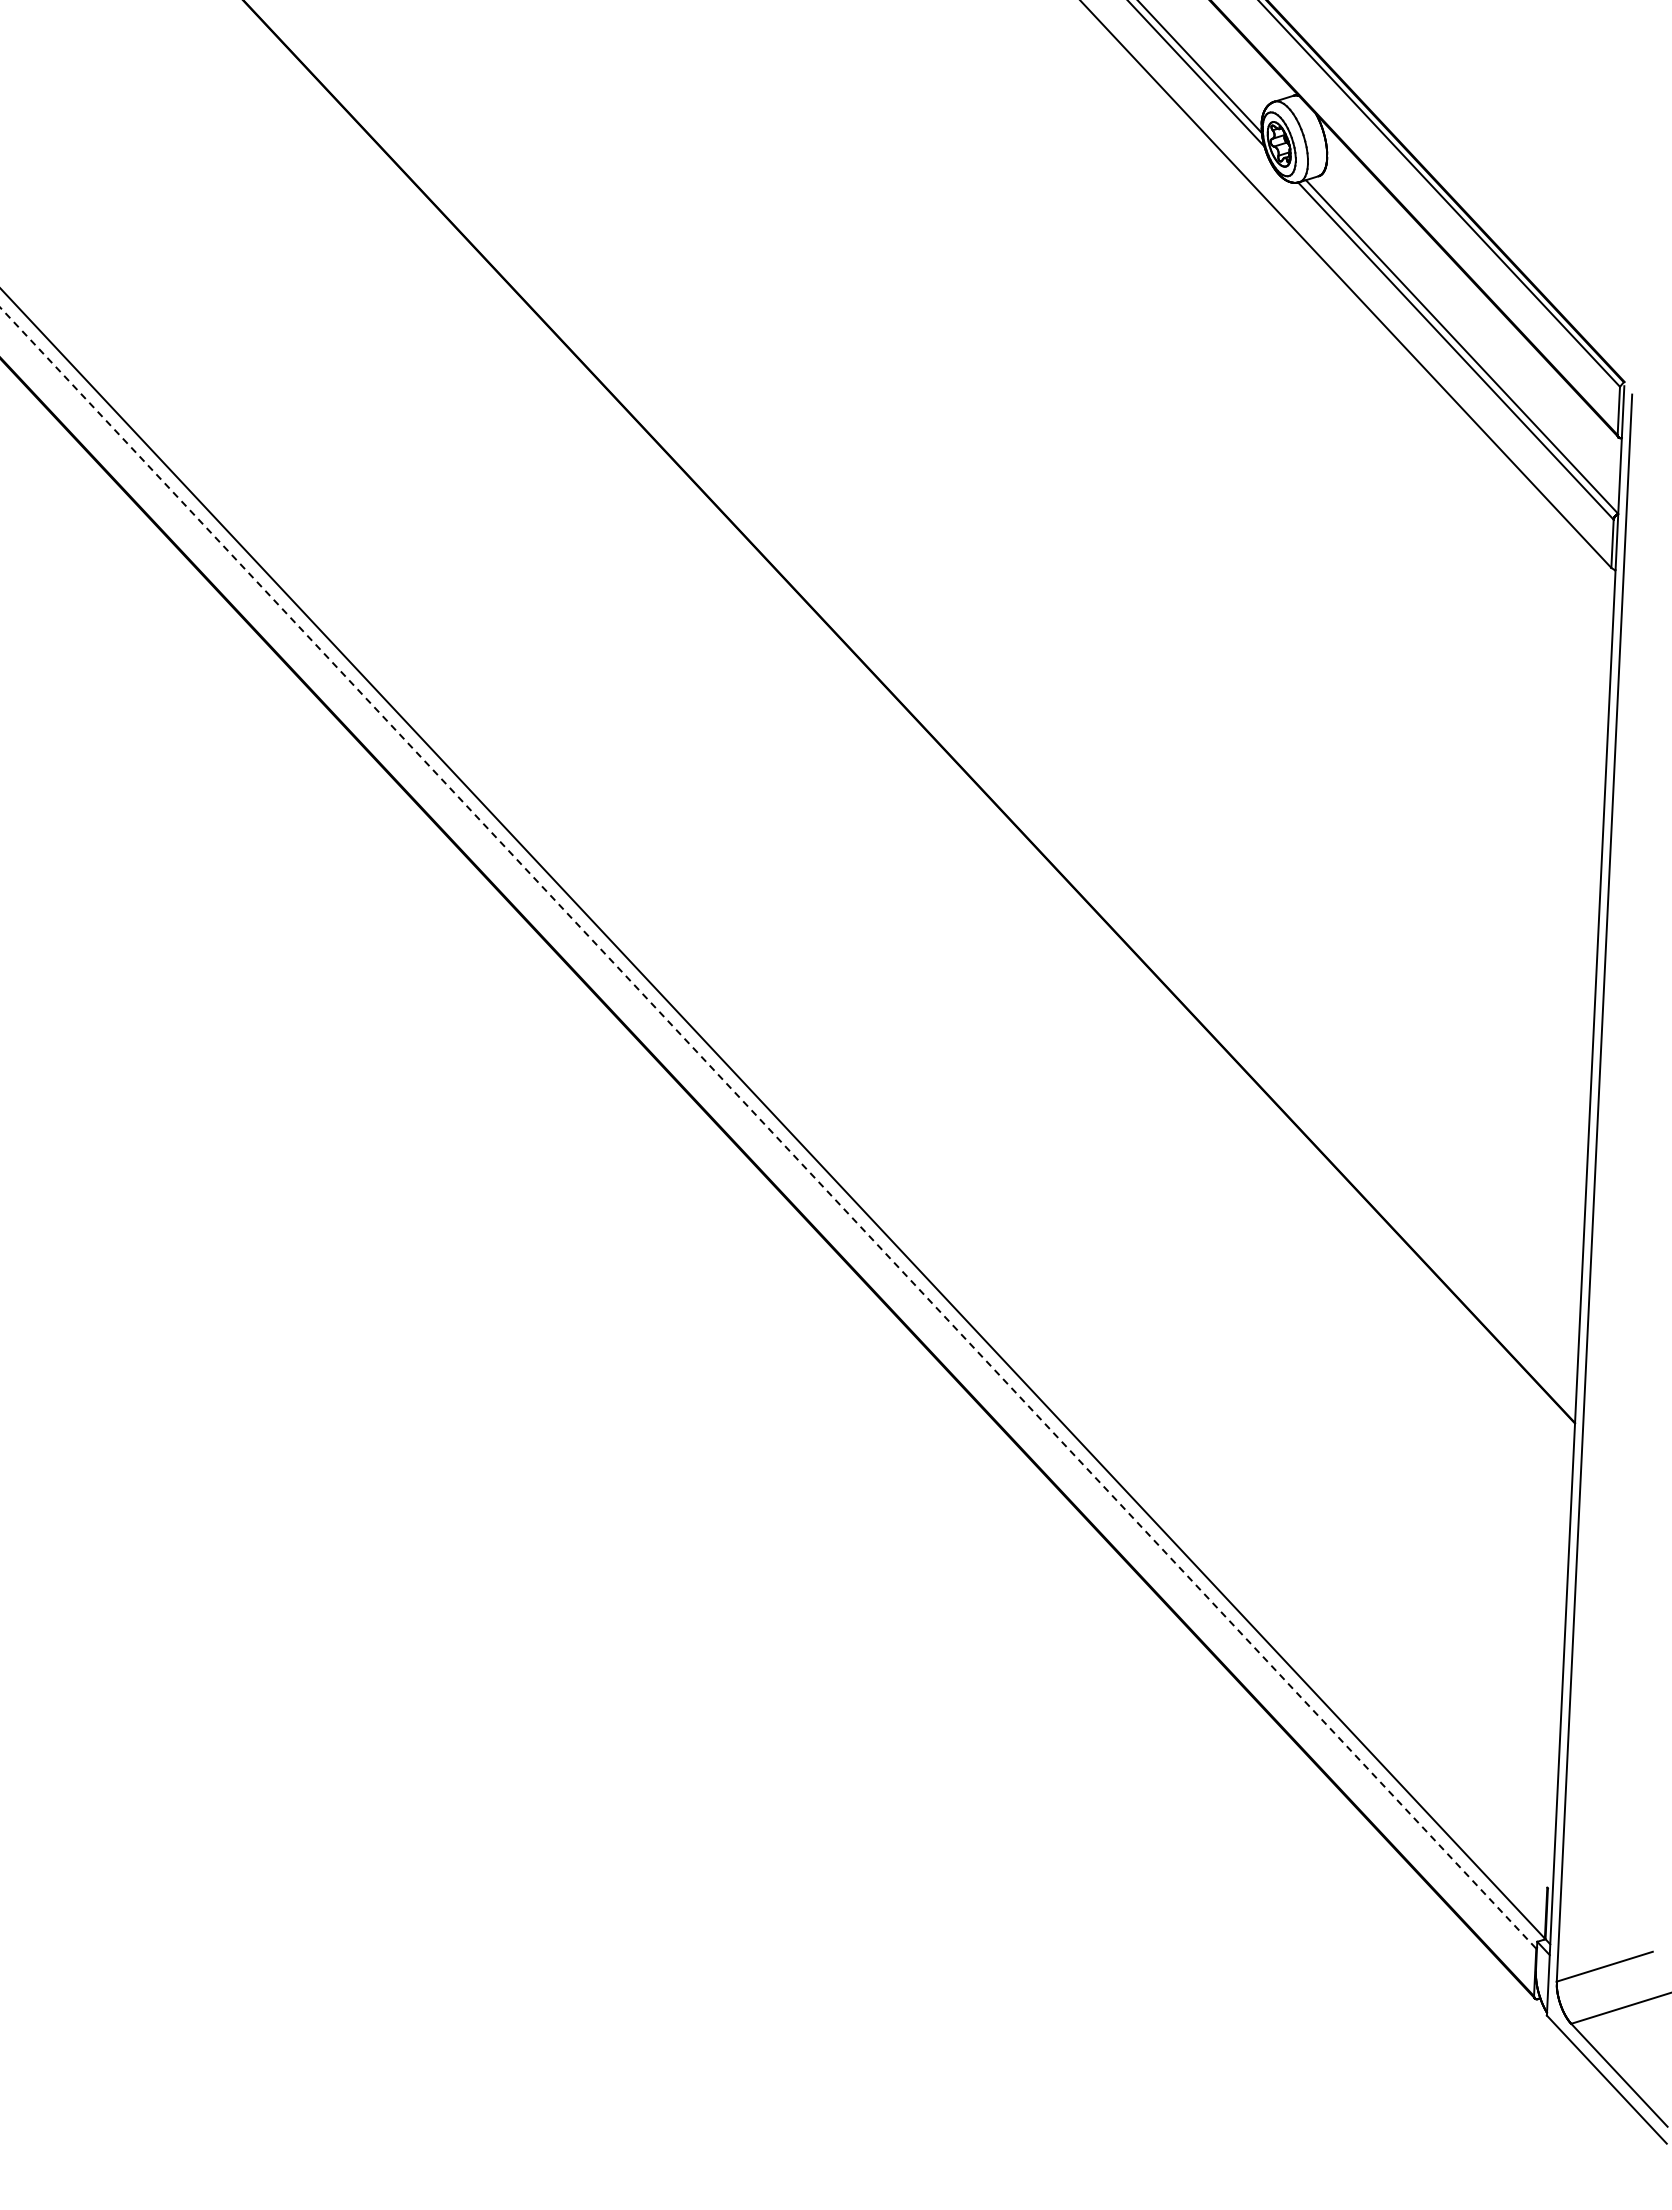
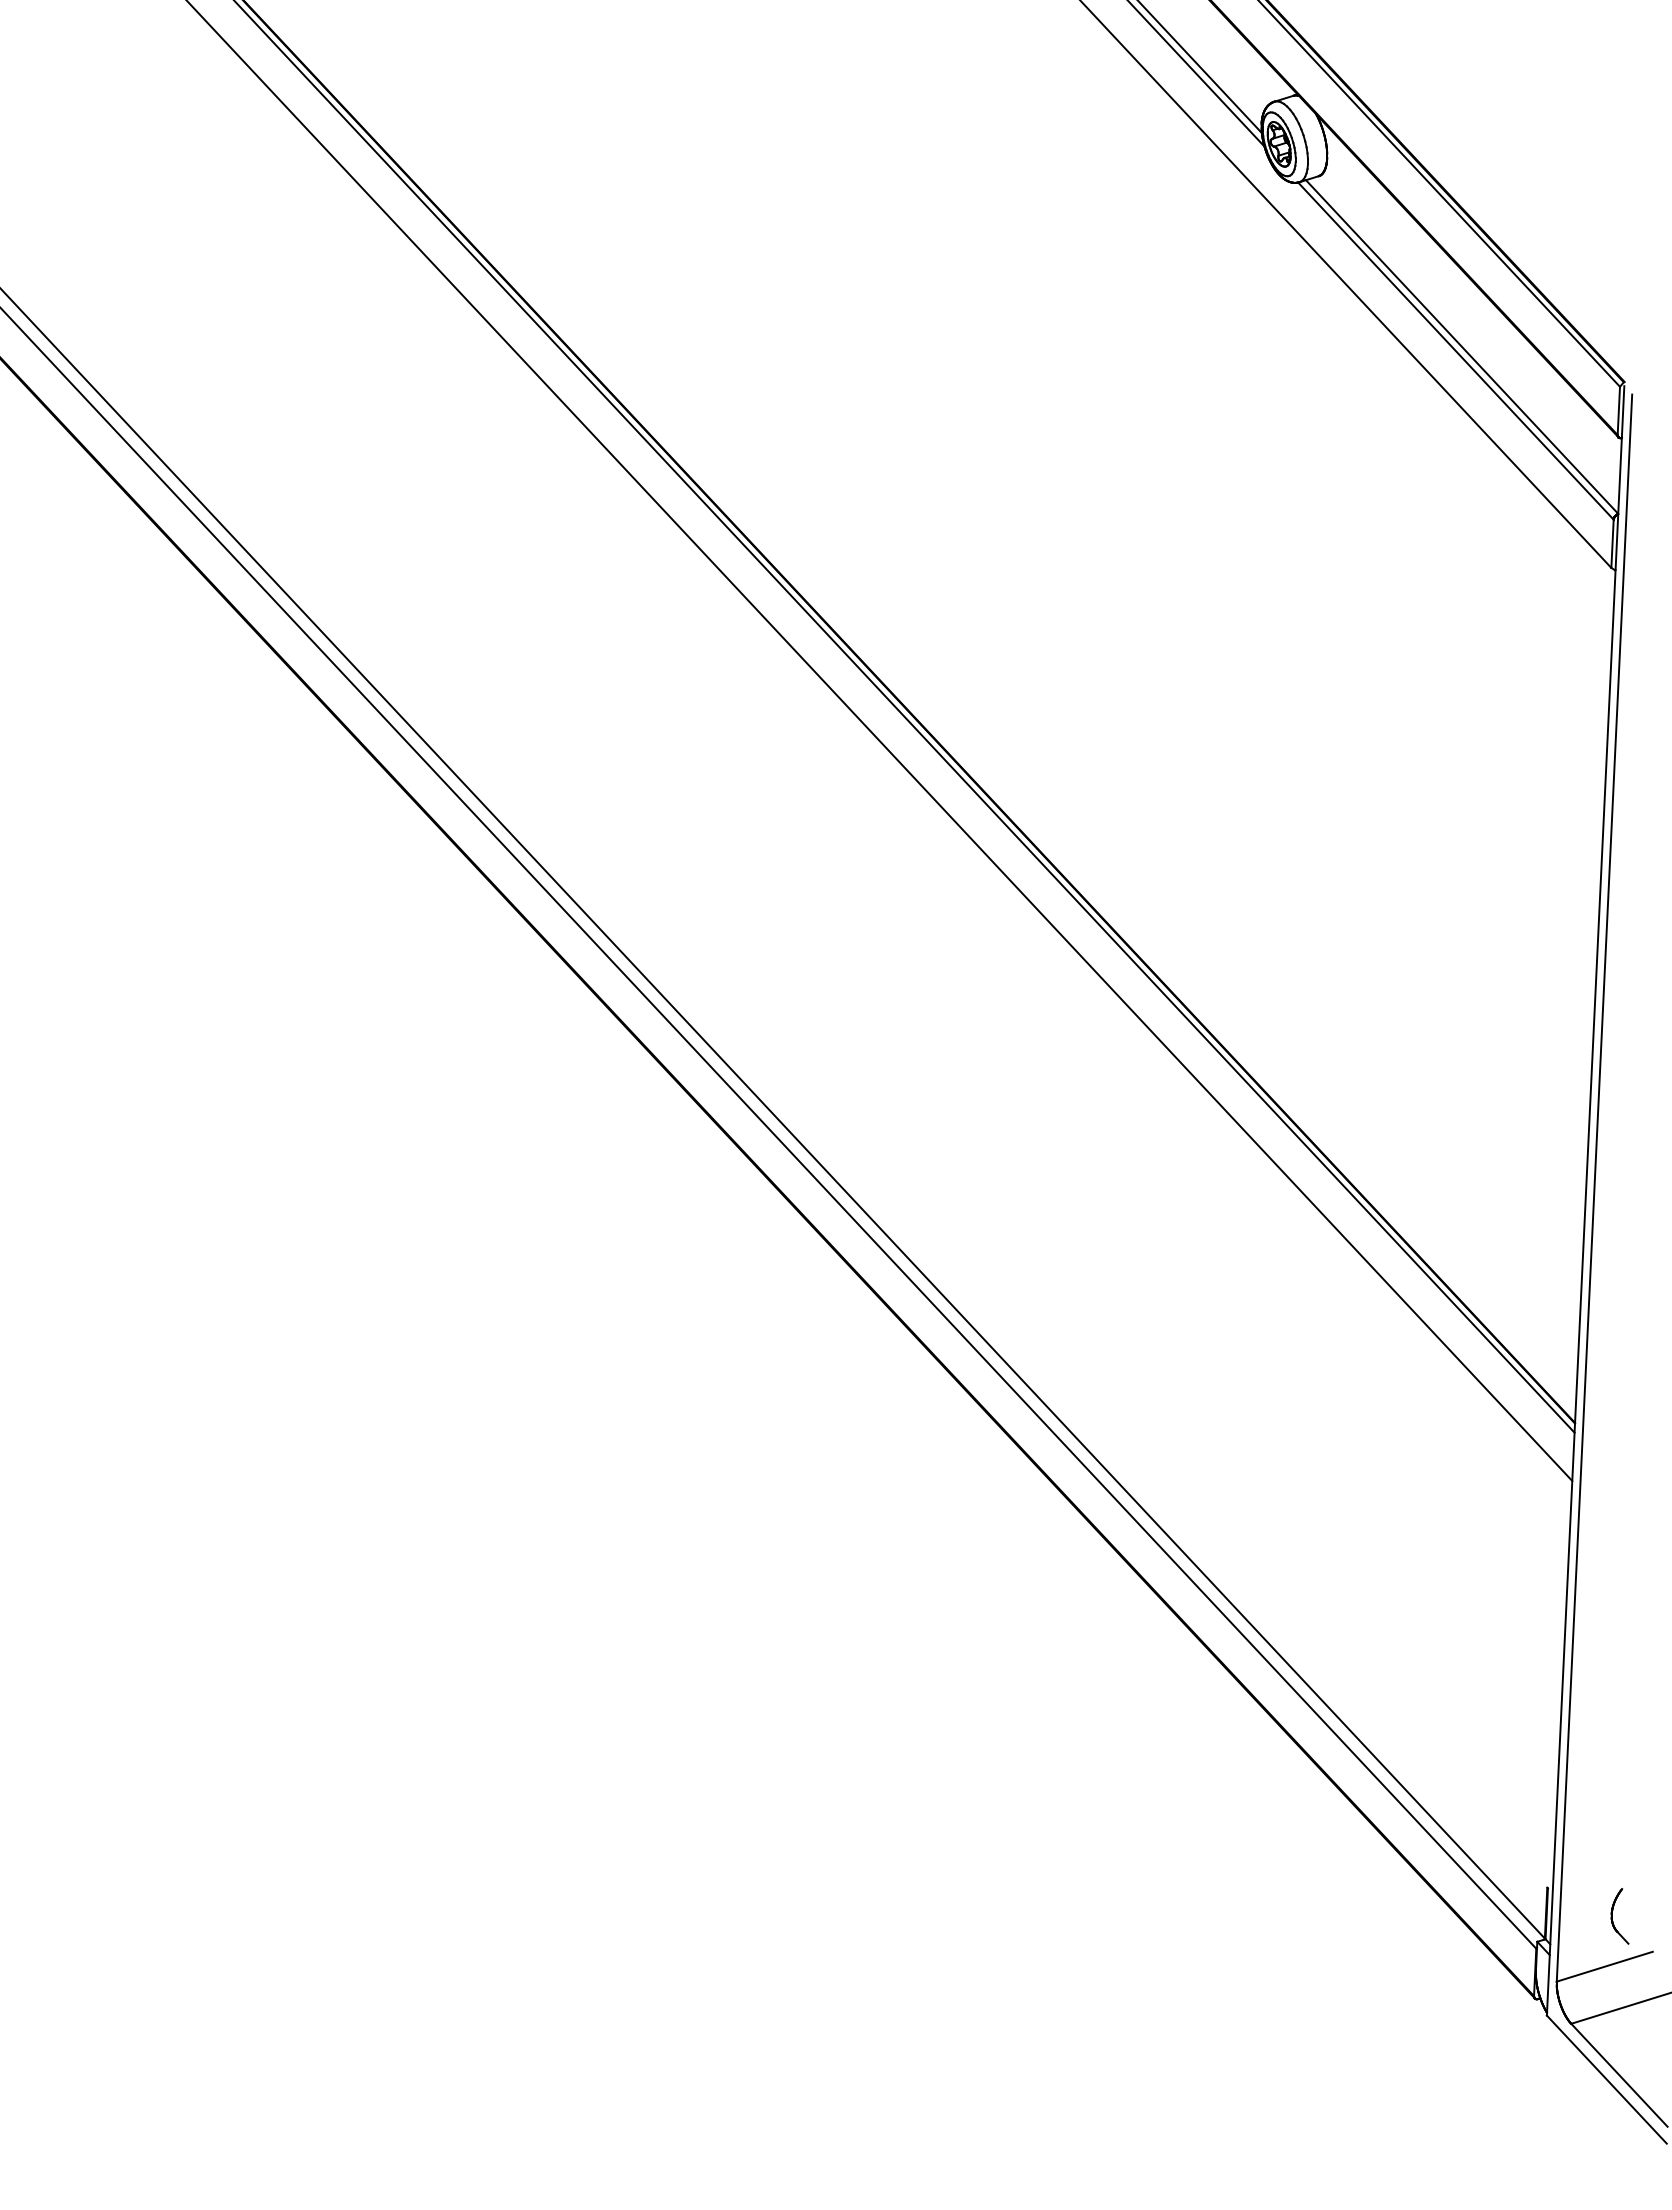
line at (904, 717): none -> present
line at (880, 741): none -> present
line at (768, 1128): dashed -> solid
part at (1612, 1916): none -> present
